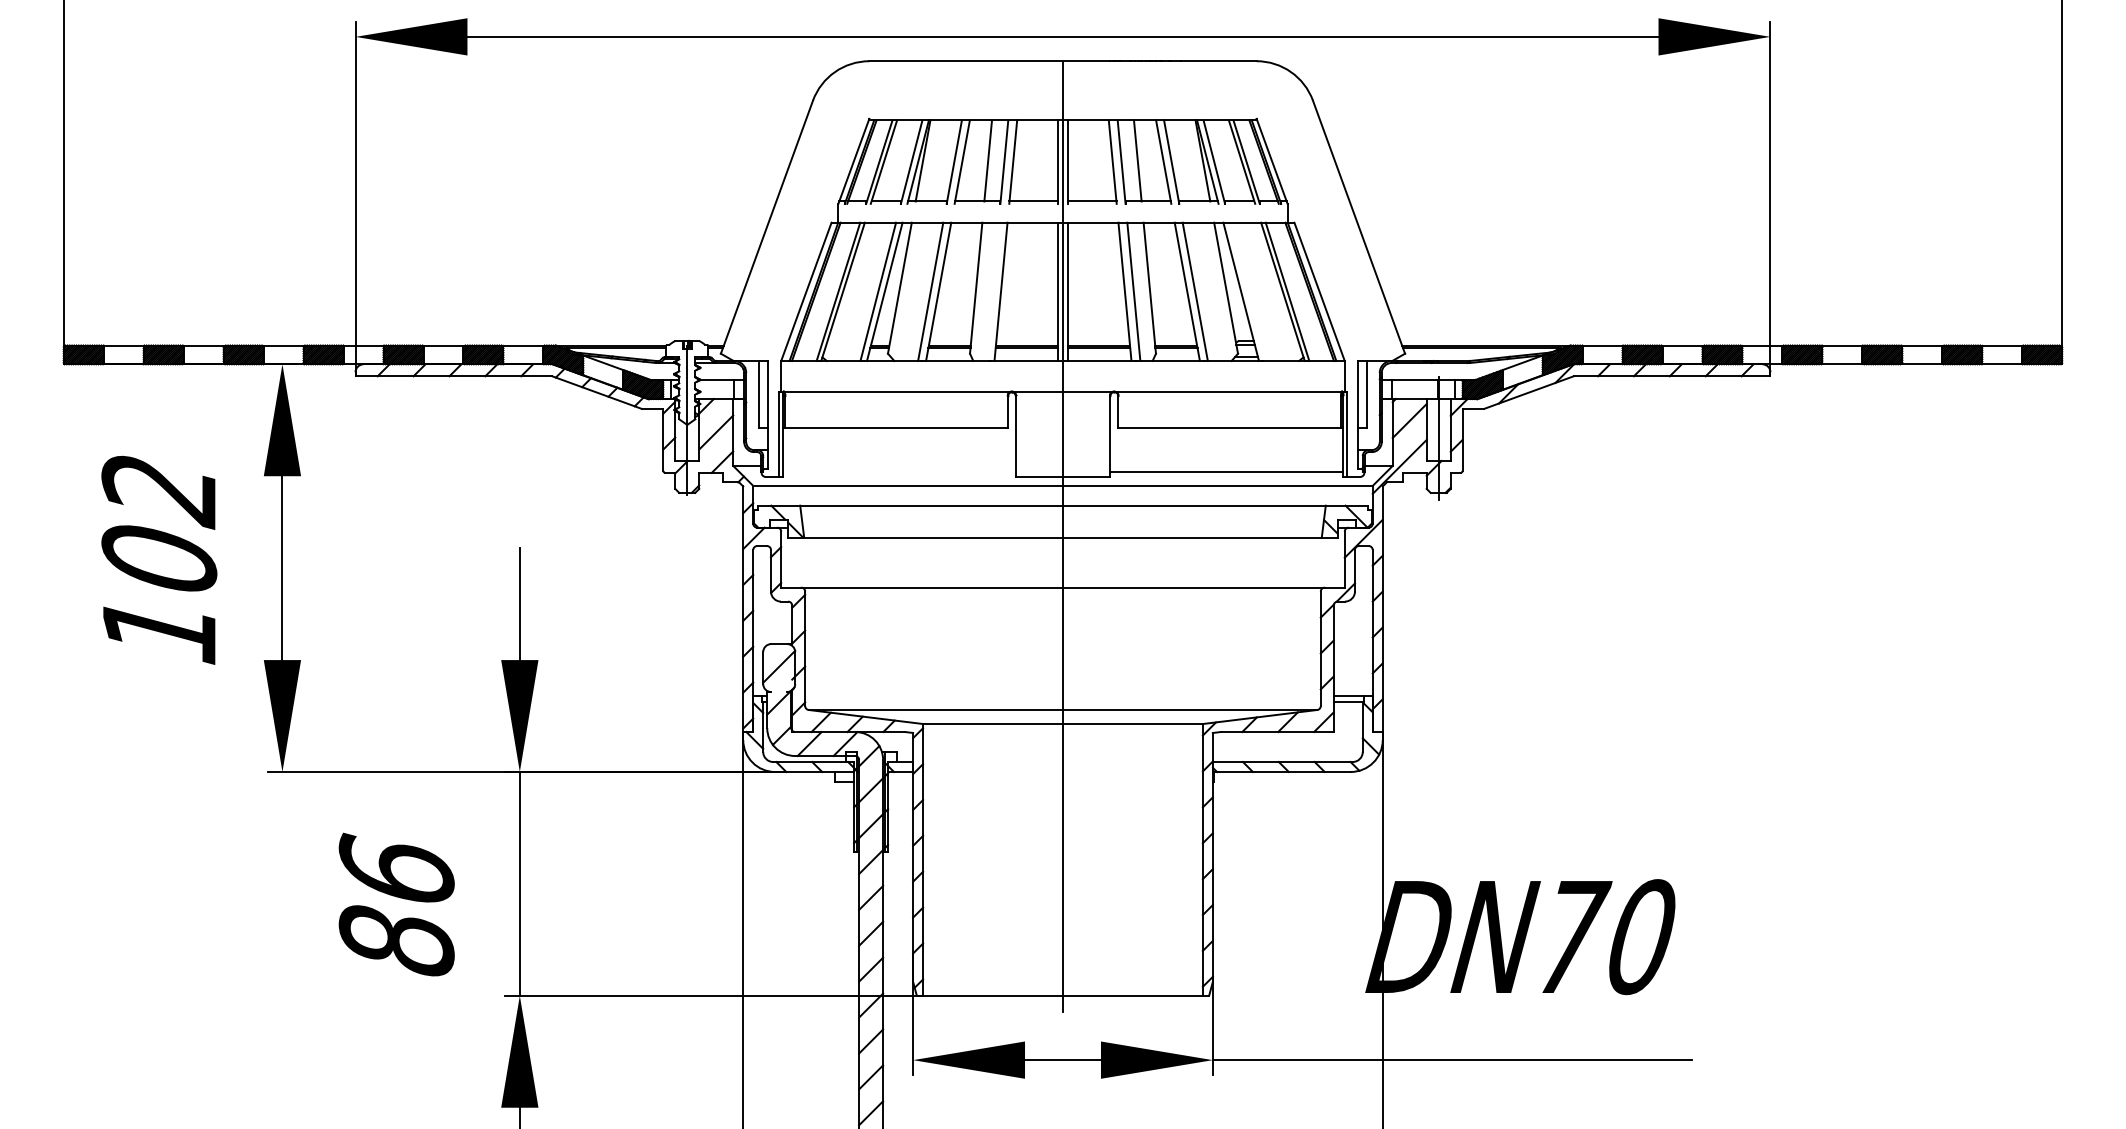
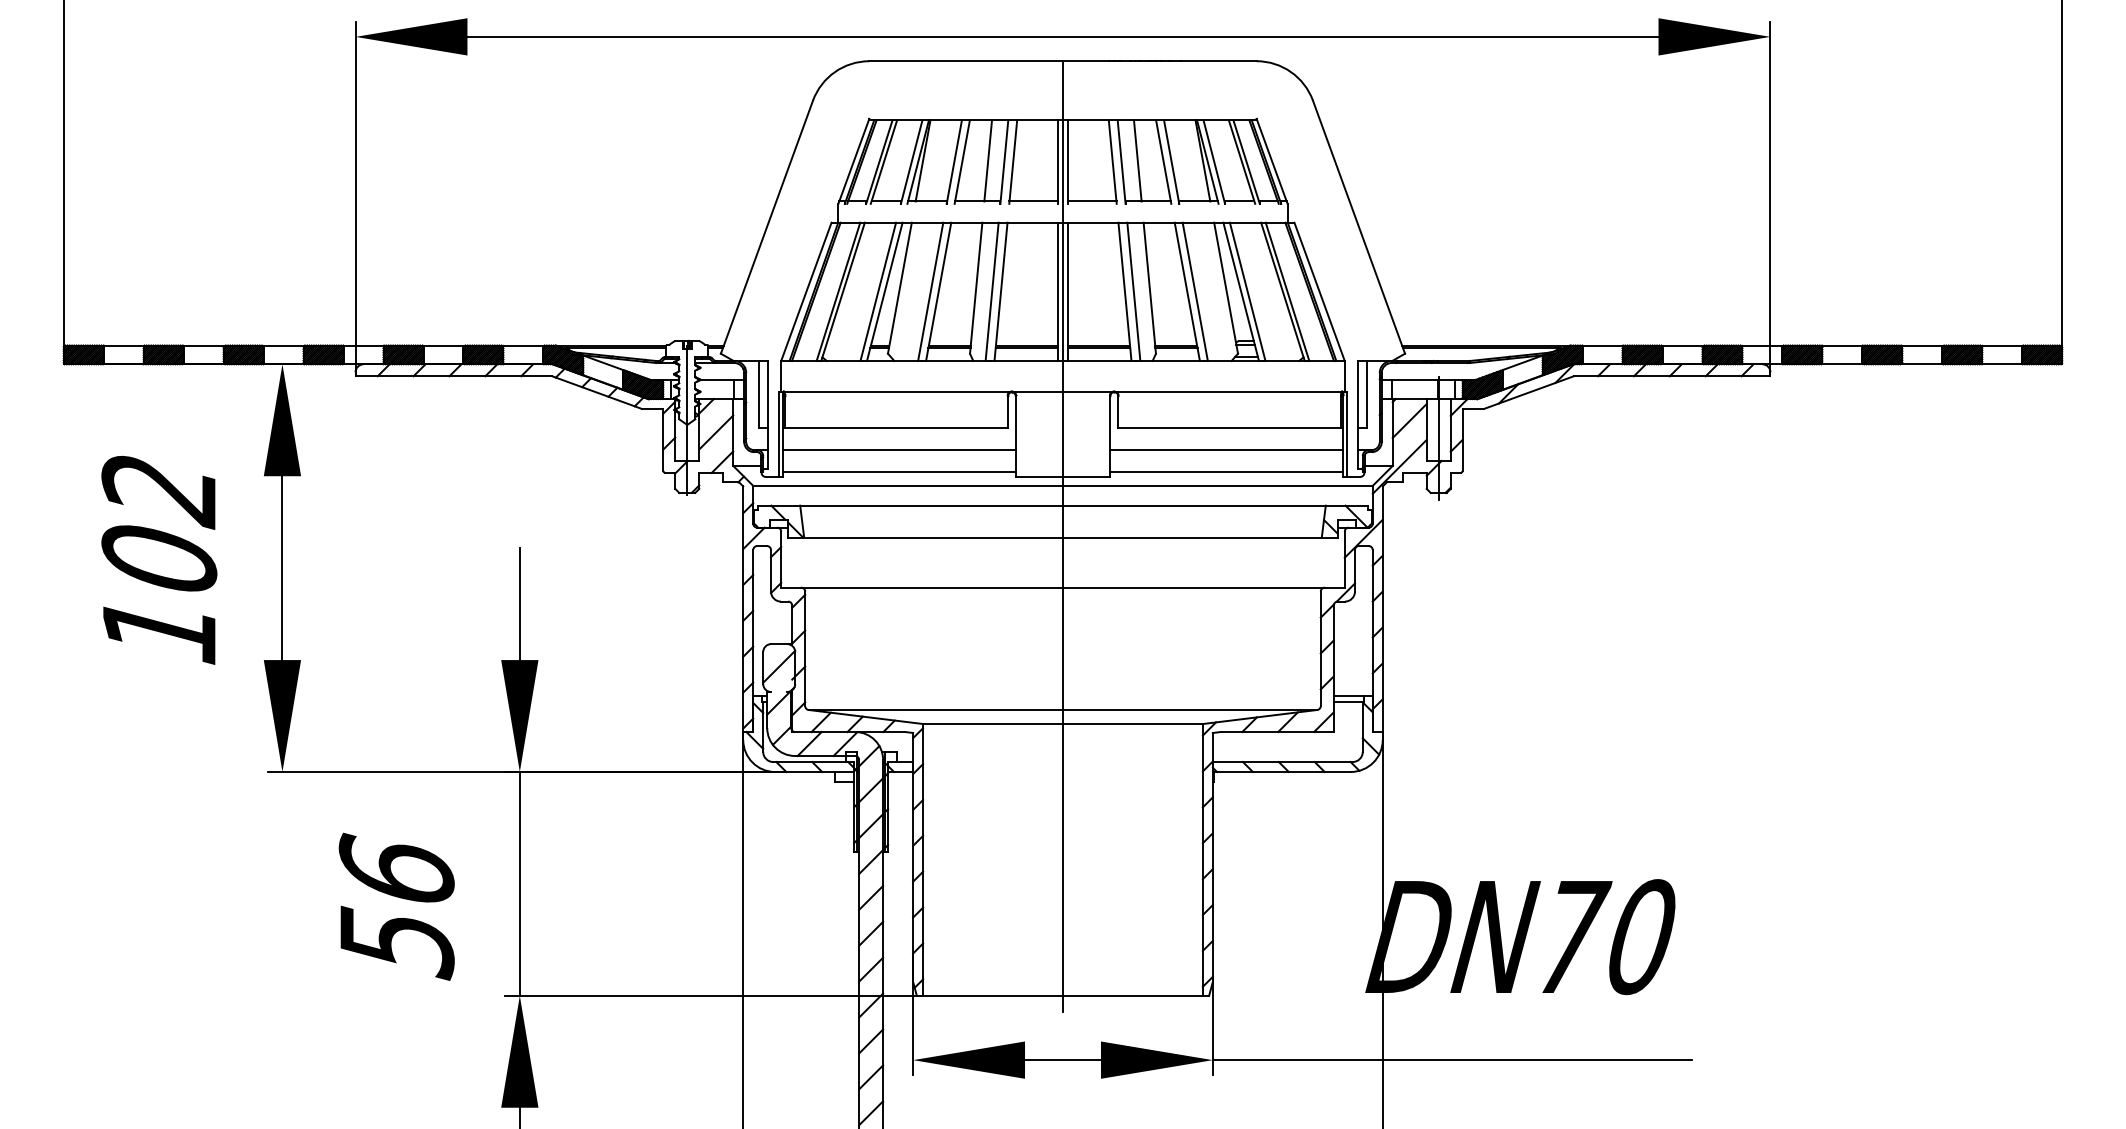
line at (991, 291): none -> present
line at (1247, 291): none -> present
line at (899, 450): none -> present
line at (1226, 450): none -> present
line at (899, 472): none -> present
text at (396, 942): 86 -> 56
